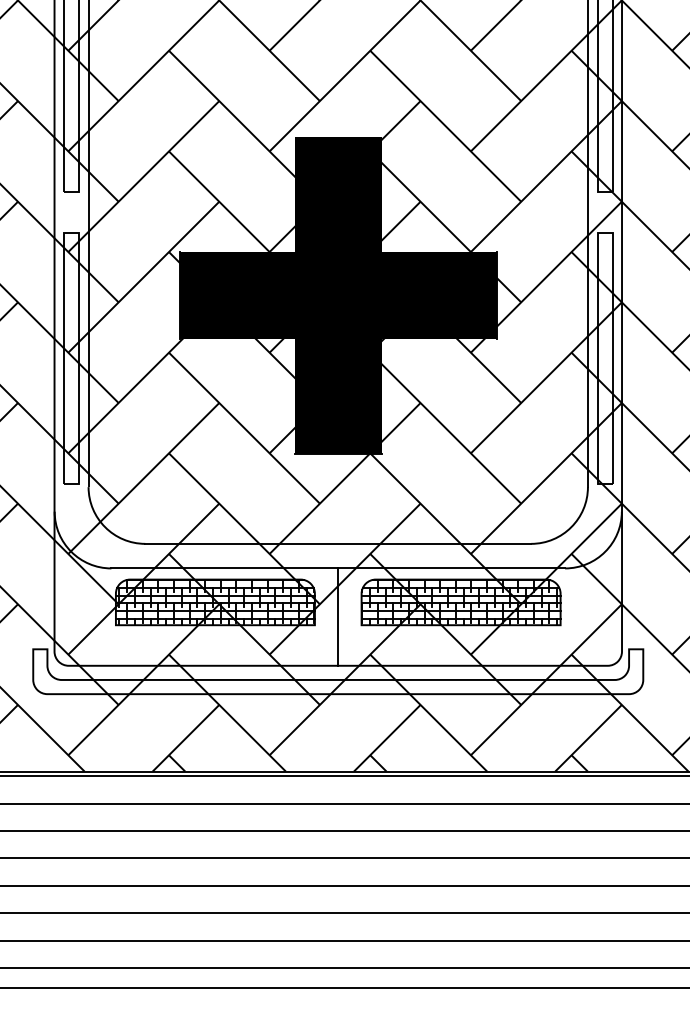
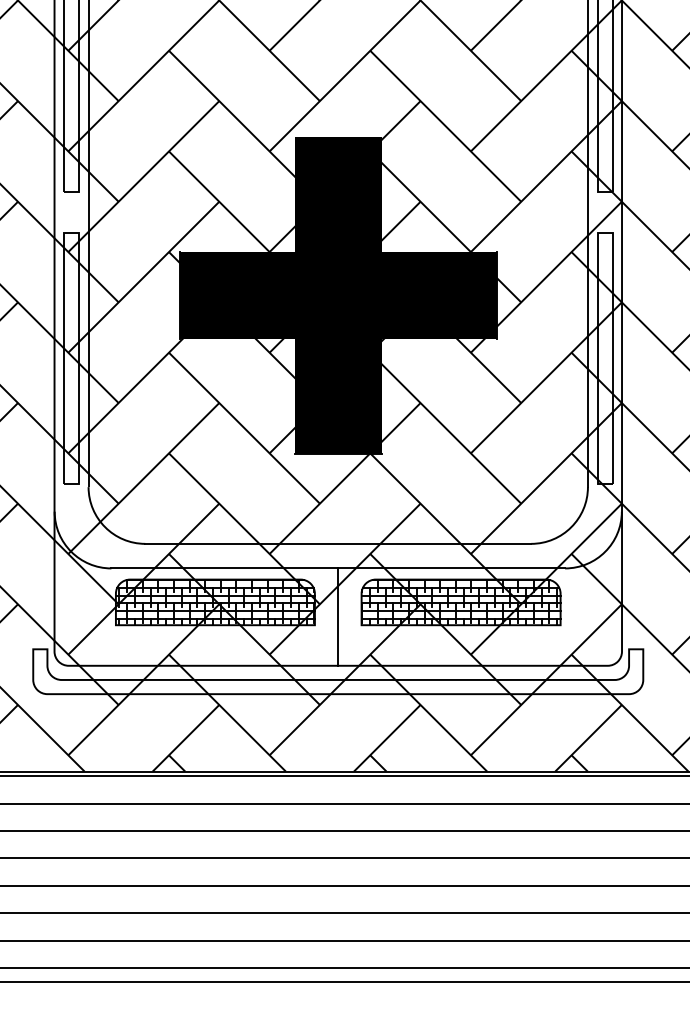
line at (344, 987) position: (344, 987) -> (344, 981)
